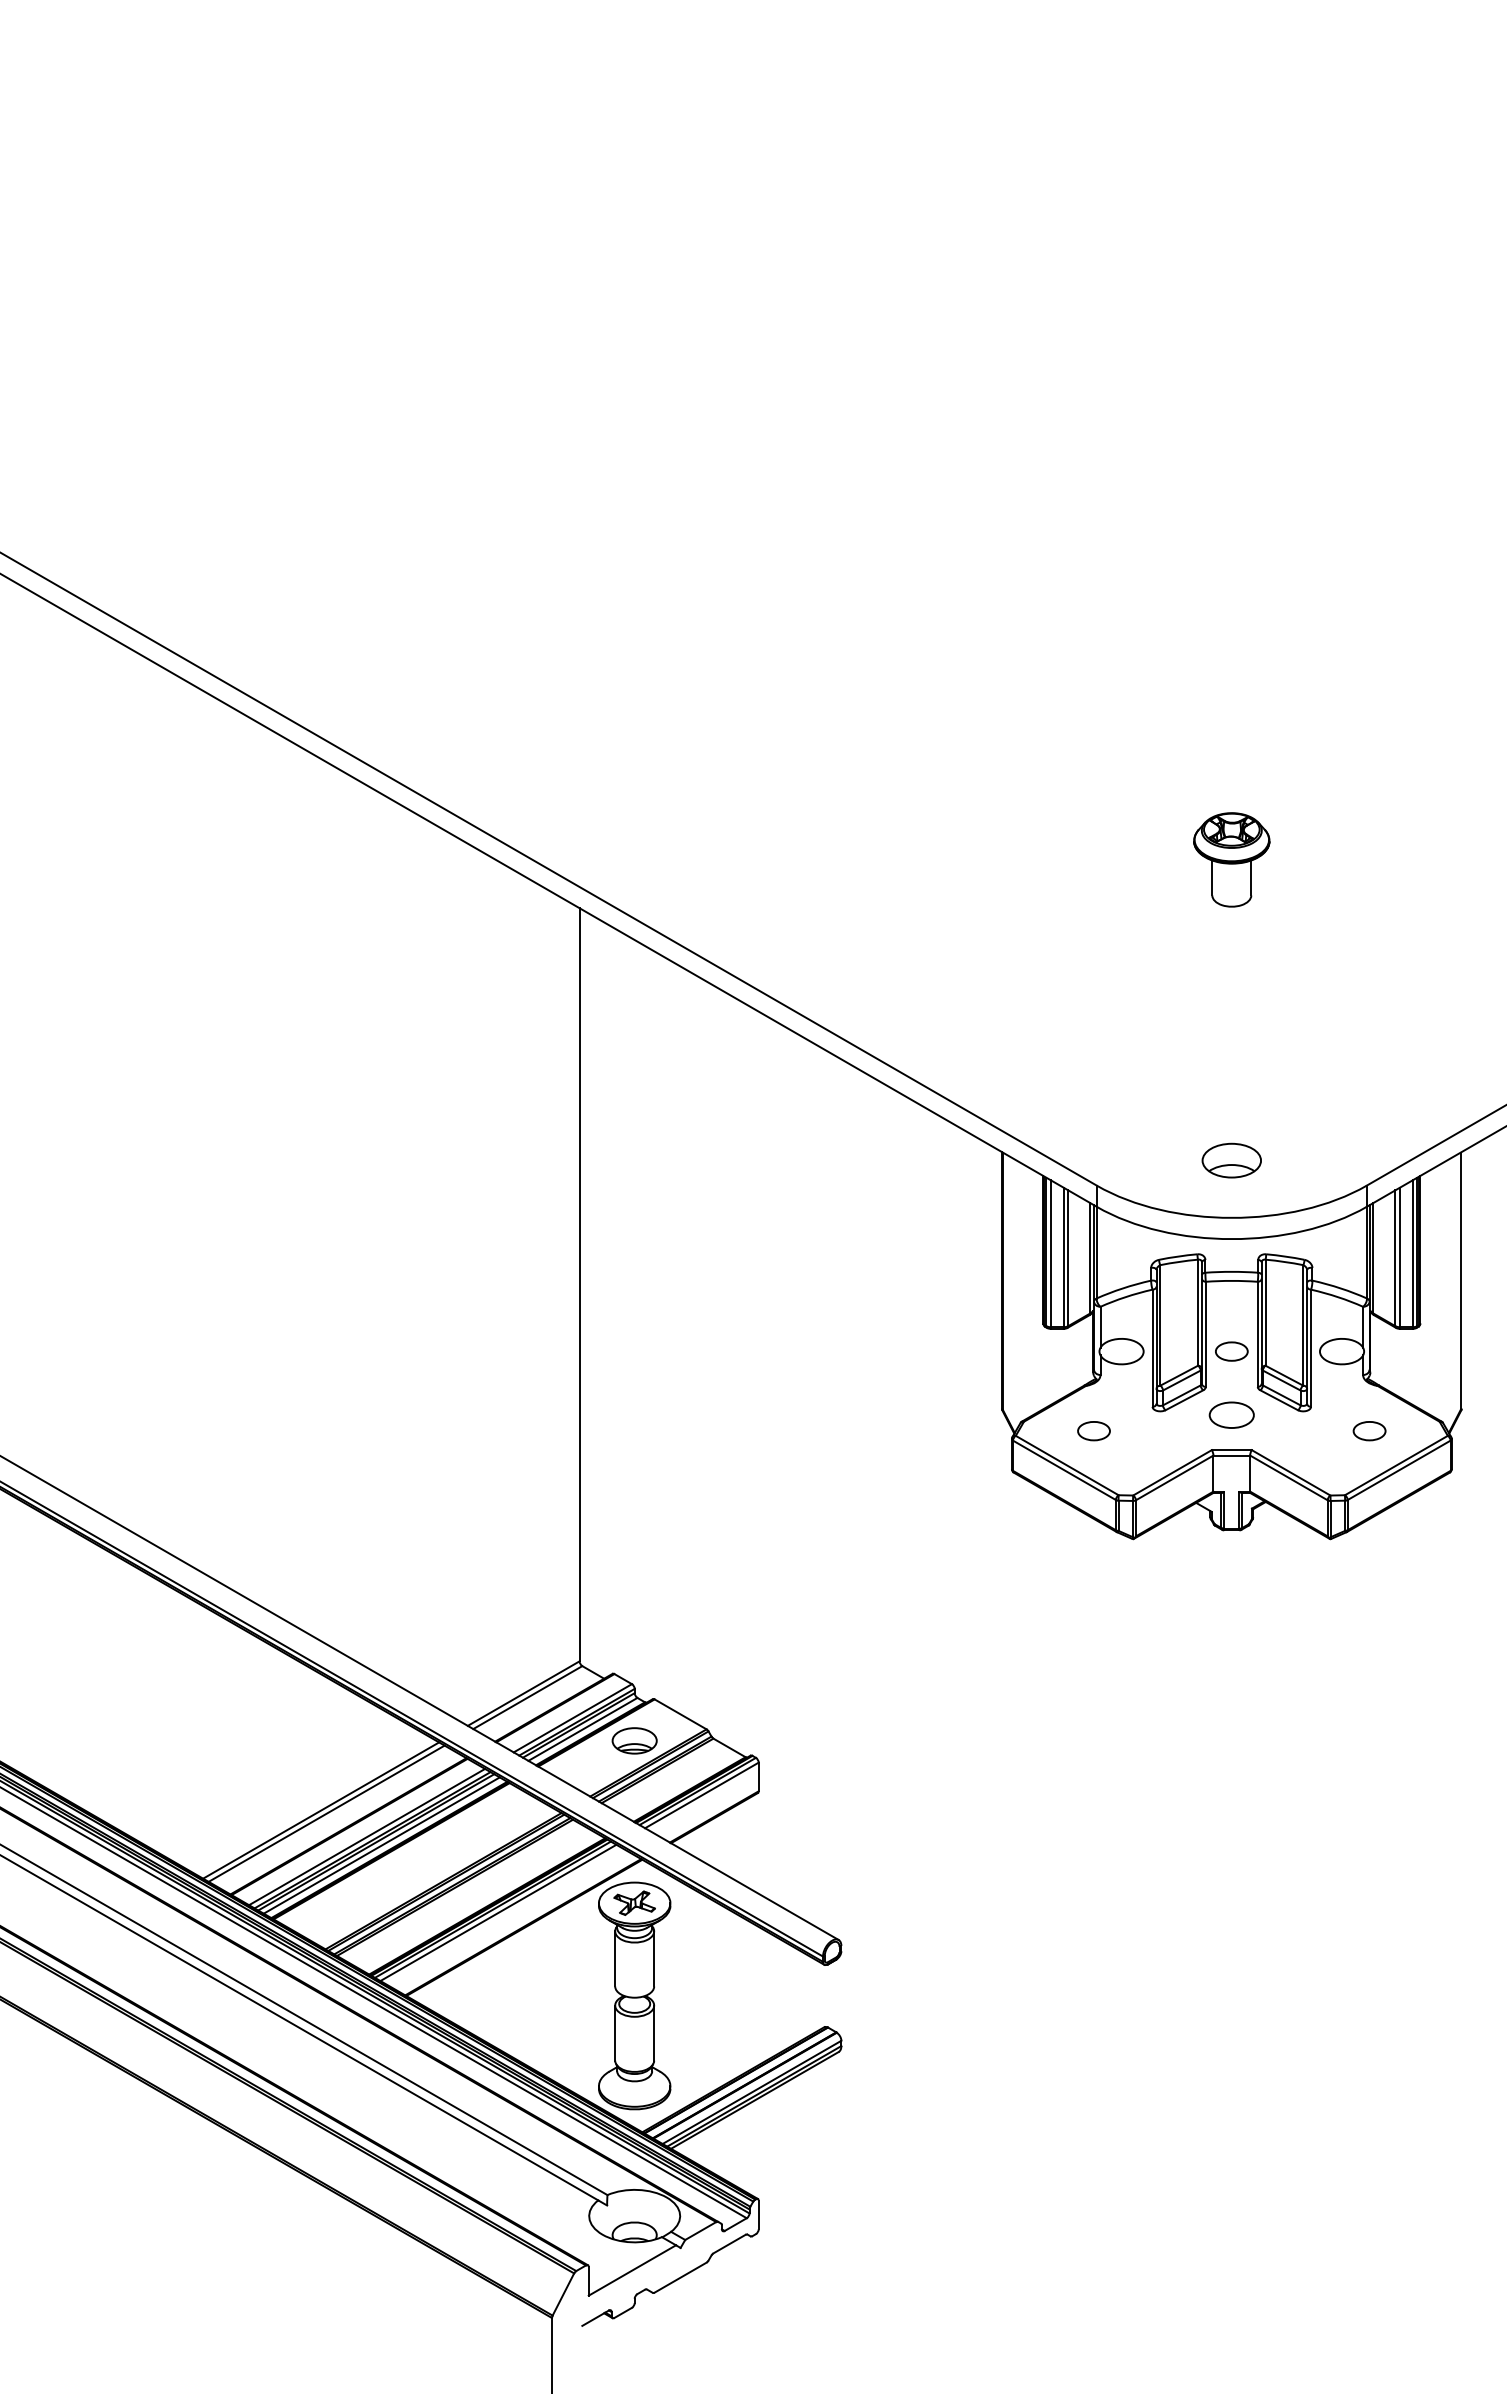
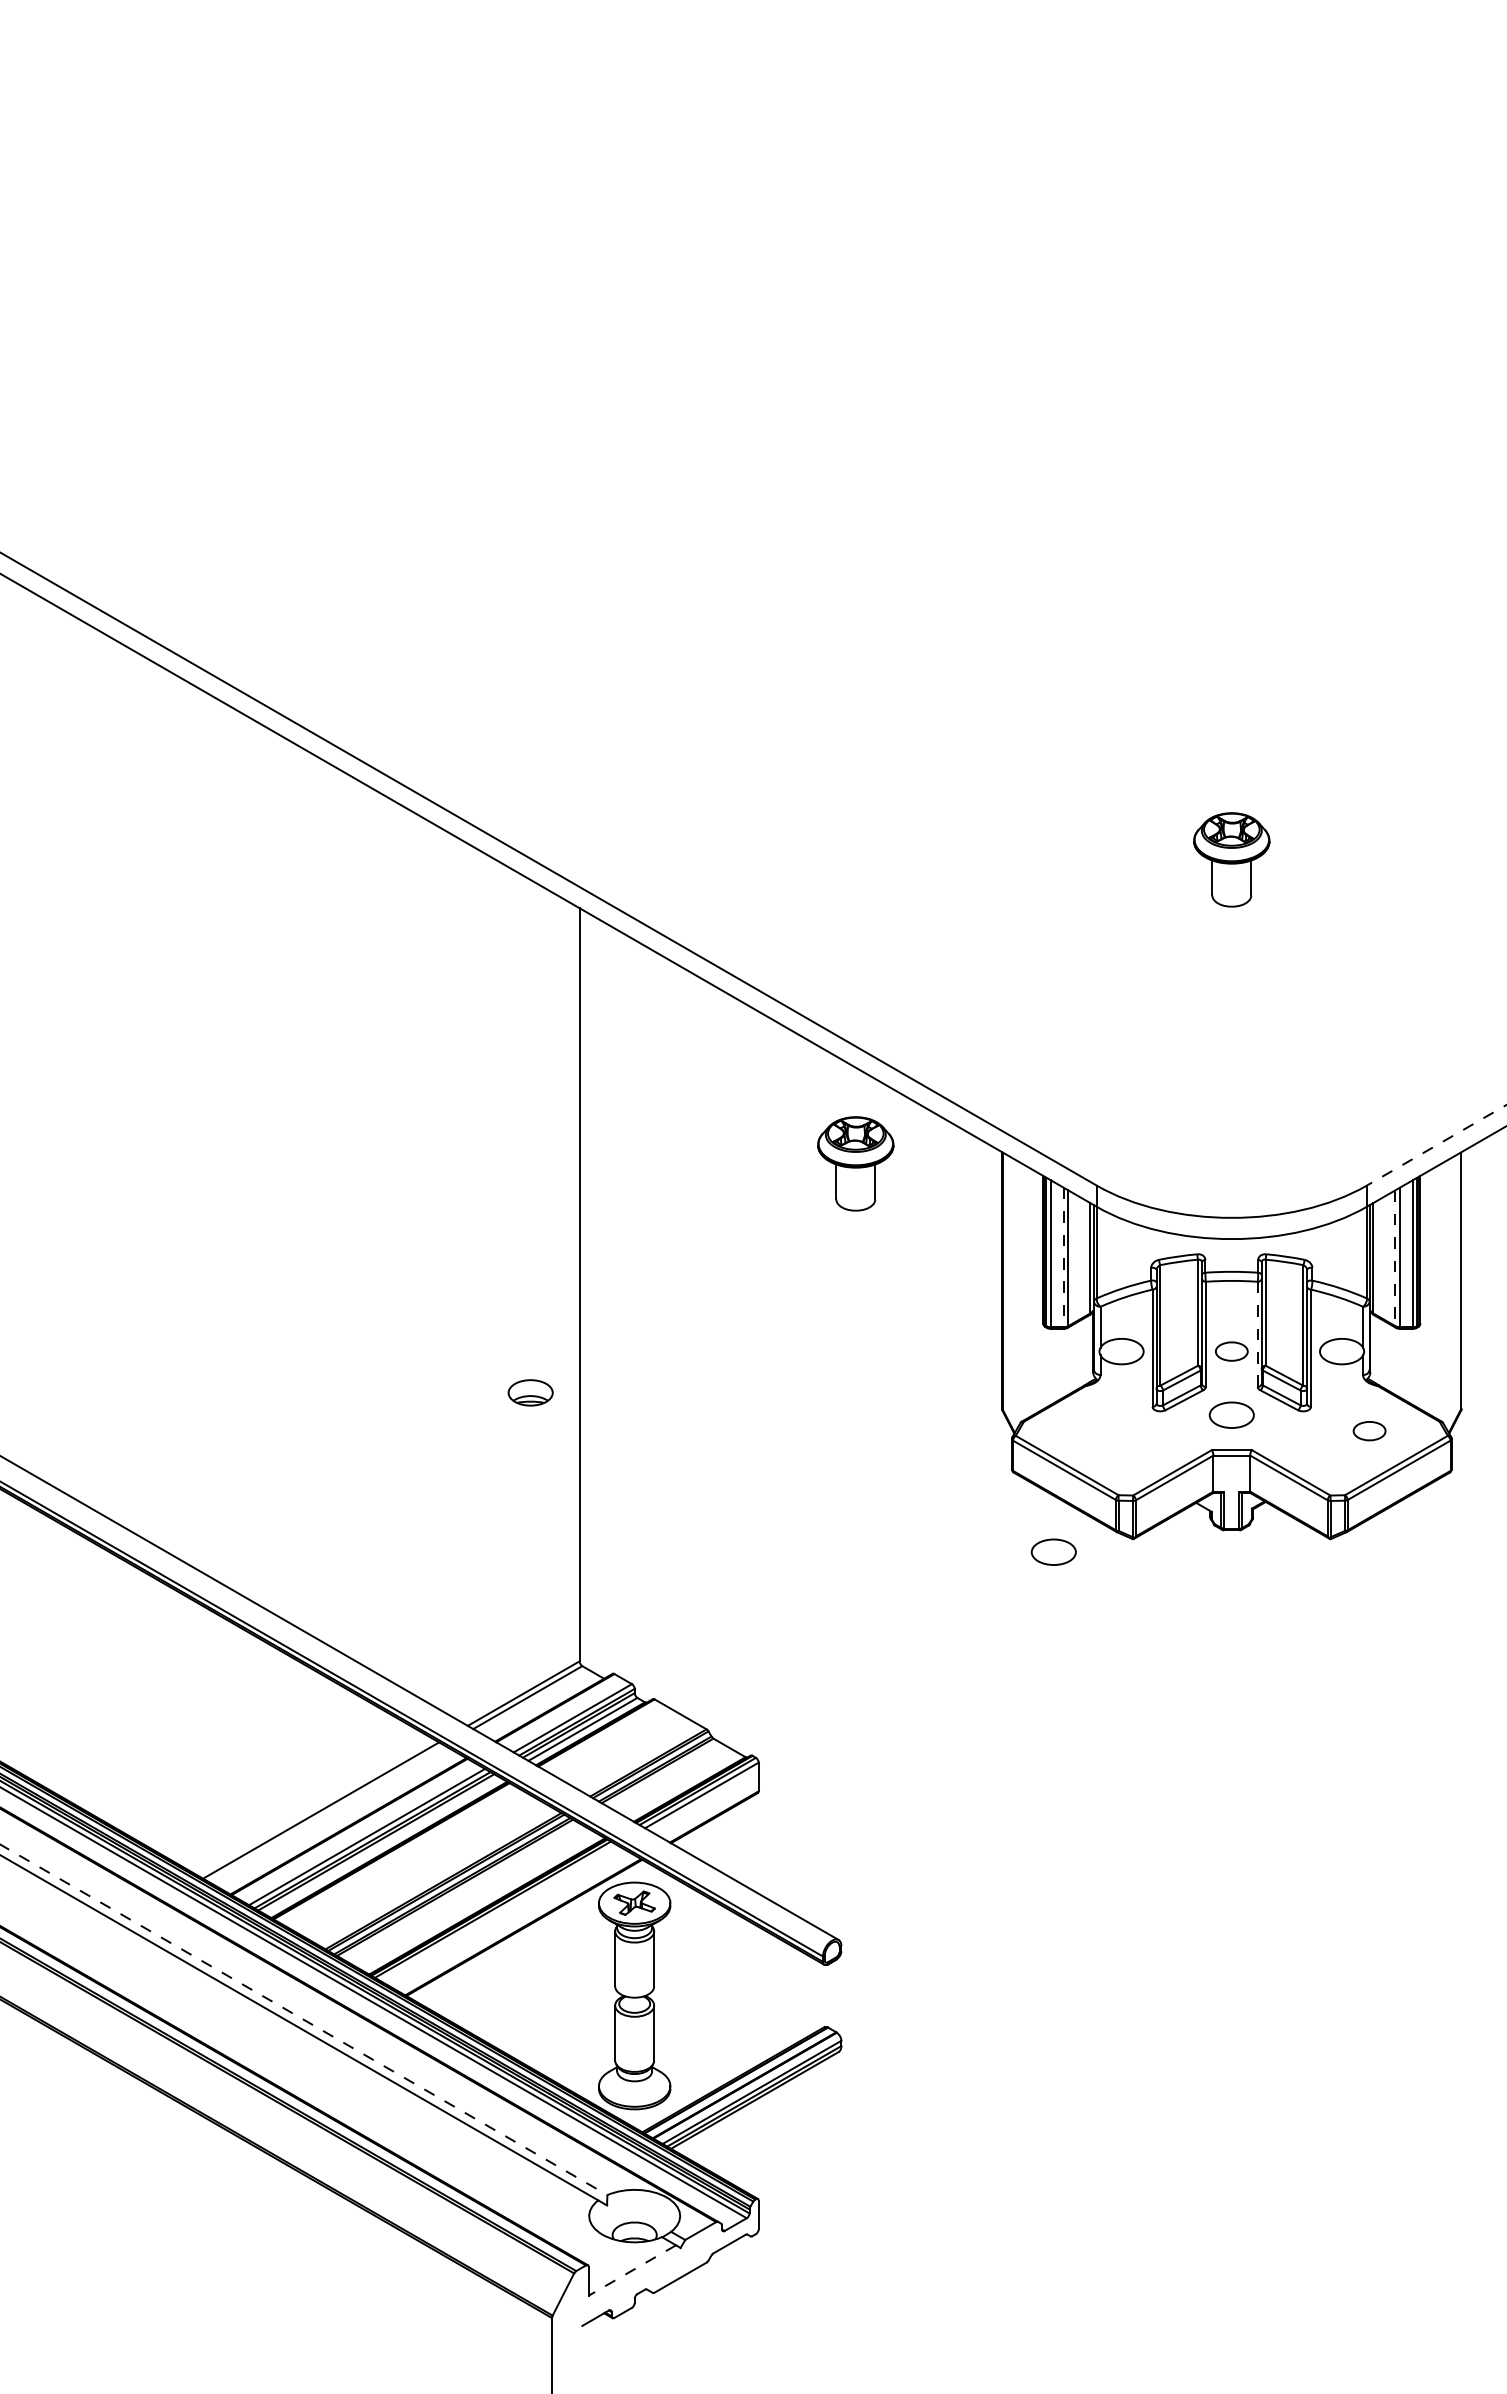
line at (1436, 1145): solid -> dashed
part at (1231, 1160): present -> none
part at (855, 1163): none -> present
line at (1063, 1257): solid -> dashed
line at (1395, 1258): solid -> dashed
line at (1257, 1334): solid -> dashed
part at (1093, 1431): present -> none
part at (1053, 1551): none -> present
part at (634, 1740) position: (634, 1740) -> (530, 1392)
line at (326, 1813): present -> none
line at (381, 1845): present -> none
line at (498, 1912): present -> none
line at (304, 2020): solid -> dashed
line at (631, 2270): solid -> dashed
